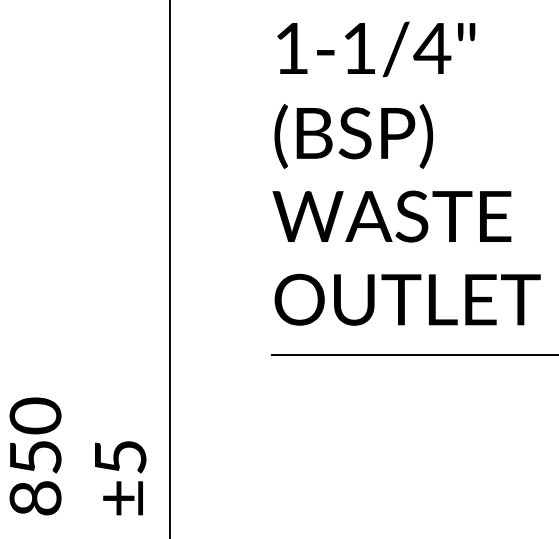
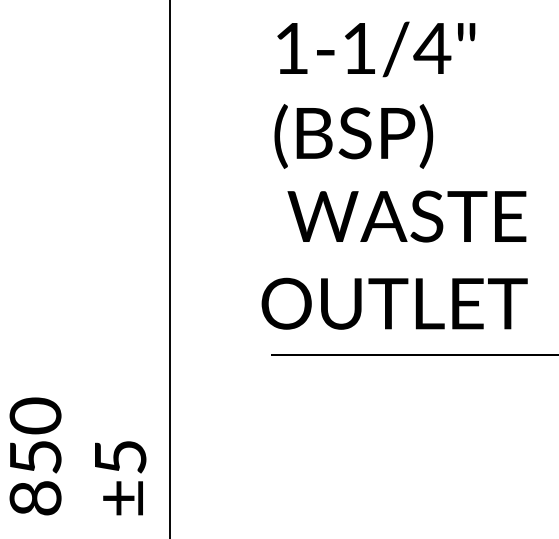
text at (391, 216) position: (391, 216) -> (406, 216)
text at (407, 299) position: (407, 299) -> (394, 303)
